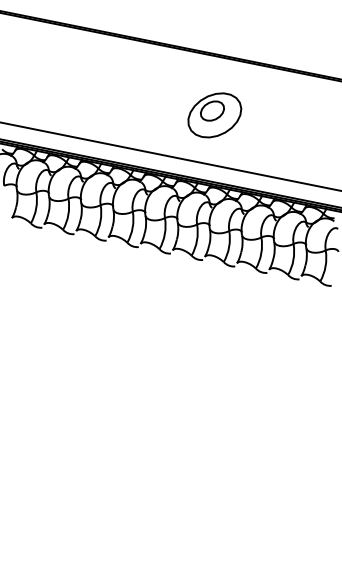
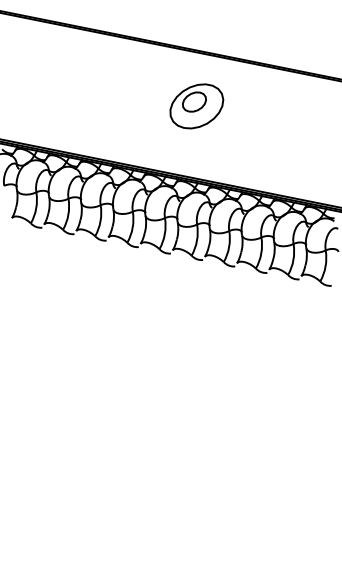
part at (214, 115) position: (214, 115) -> (196, 106)
line at (170, 156): present -> none
